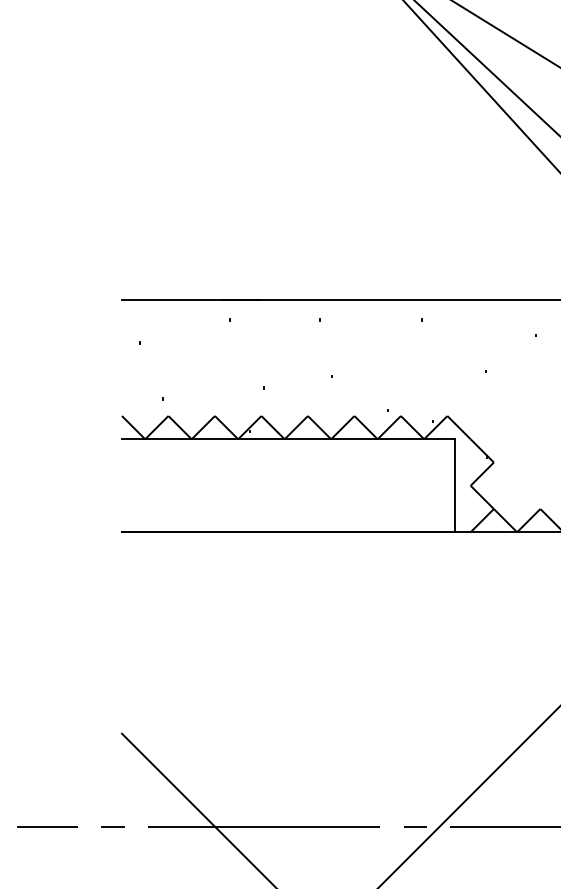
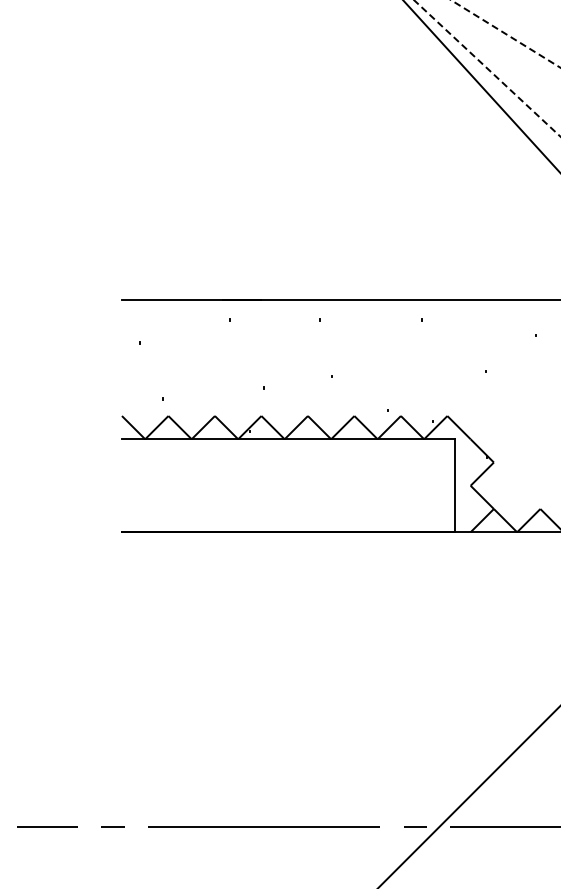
line at (505, 33): solid -> dashed
line at (487, 68): solid -> dashed
line at (197, 809): present -> none
